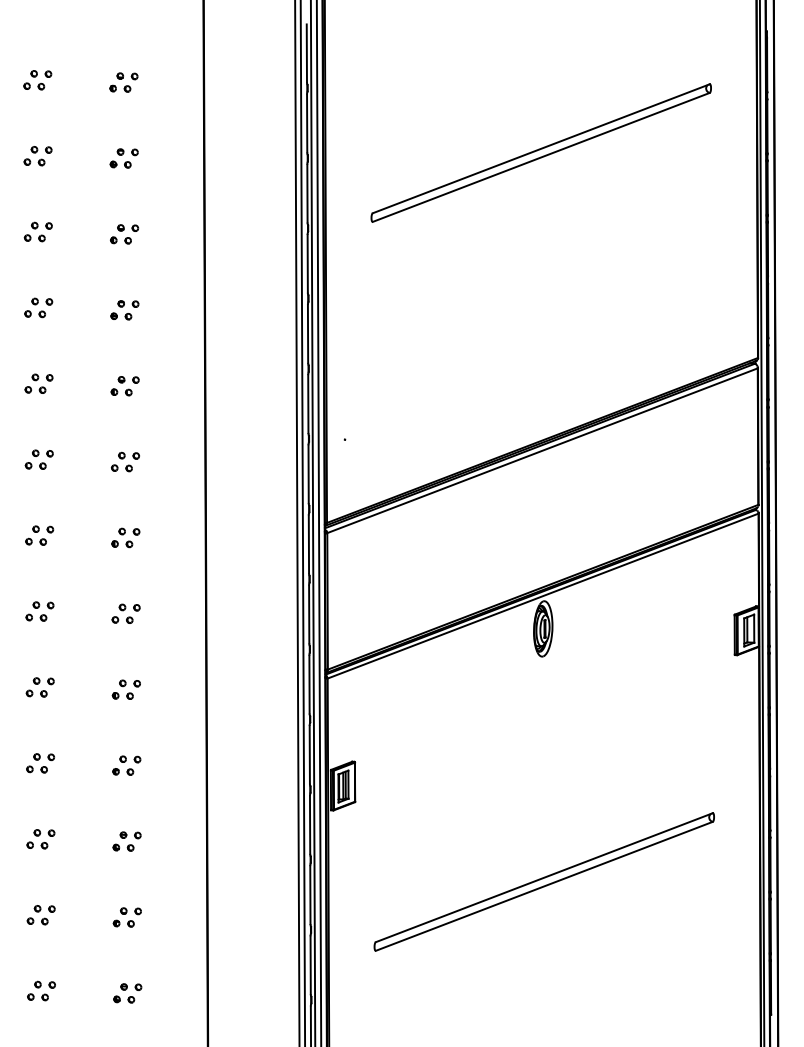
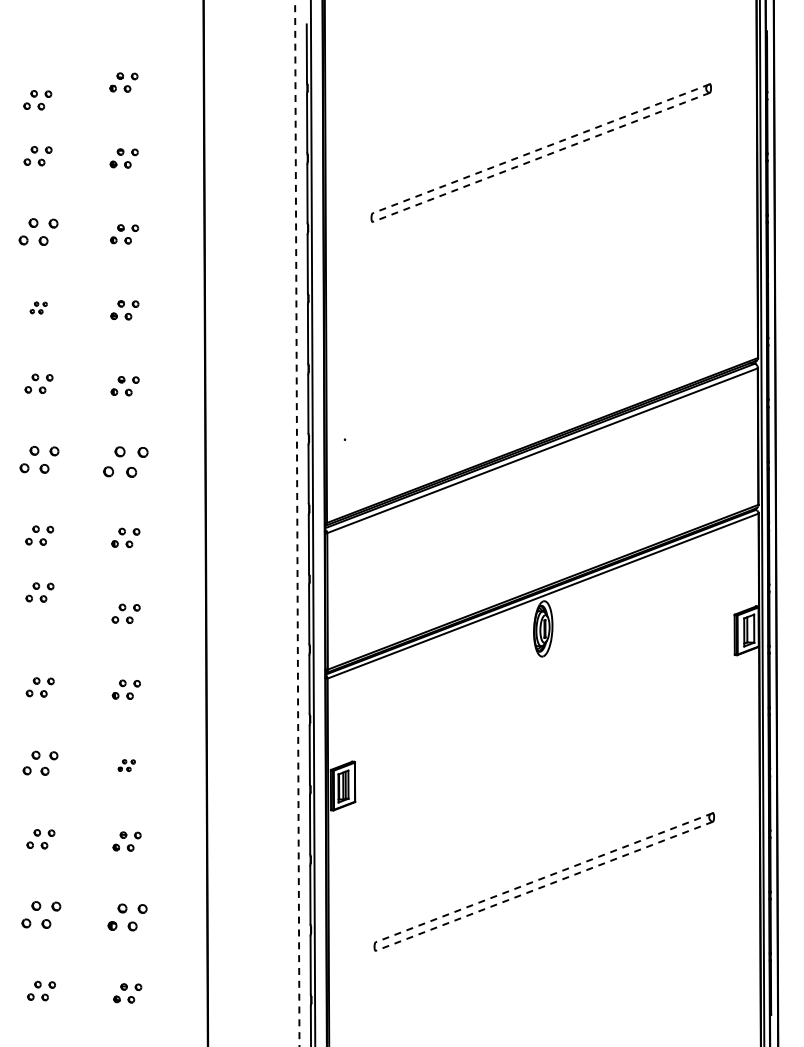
part at (37, 80) position: (37, 80) -> (37, 100)
line at (540, 148): solid -> dashed
line at (540, 157): solid -> dashed
part at (37, 231) size: 30x22 px -> 41x28 px
part at (38, 307) size: 30x22 px -> 19x14 px
part at (38, 459) size: 30x21 px -> 41x28 px
part at (124, 461) size: 30x22 px -> 46x32 px
line at (302, 522): present -> none
line at (318, 522): present -> none
line at (297, 523): solid -> dashed
part at (39, 611) position: (39, 611) -> (39, 592)
part at (40, 763) size: 30x21 px -> 37x26 px
part at (126, 765) size: 30x21 px -> 19x13 px
line at (543, 877): solid -> dashed
line at (543, 886): solid -> dashed
part at (40, 915) size: 30x21 px -> 41x28 px
part at (126, 917) size: 30x21 px -> 41x29 px
